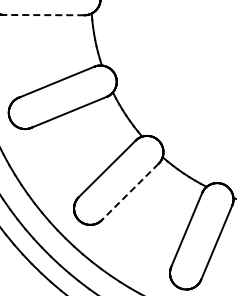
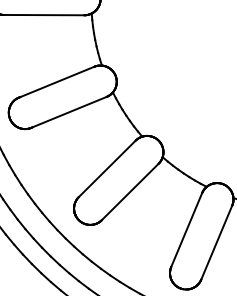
line at (43, 15): dashed -> solid
line at (129, 192): dashed -> solid
